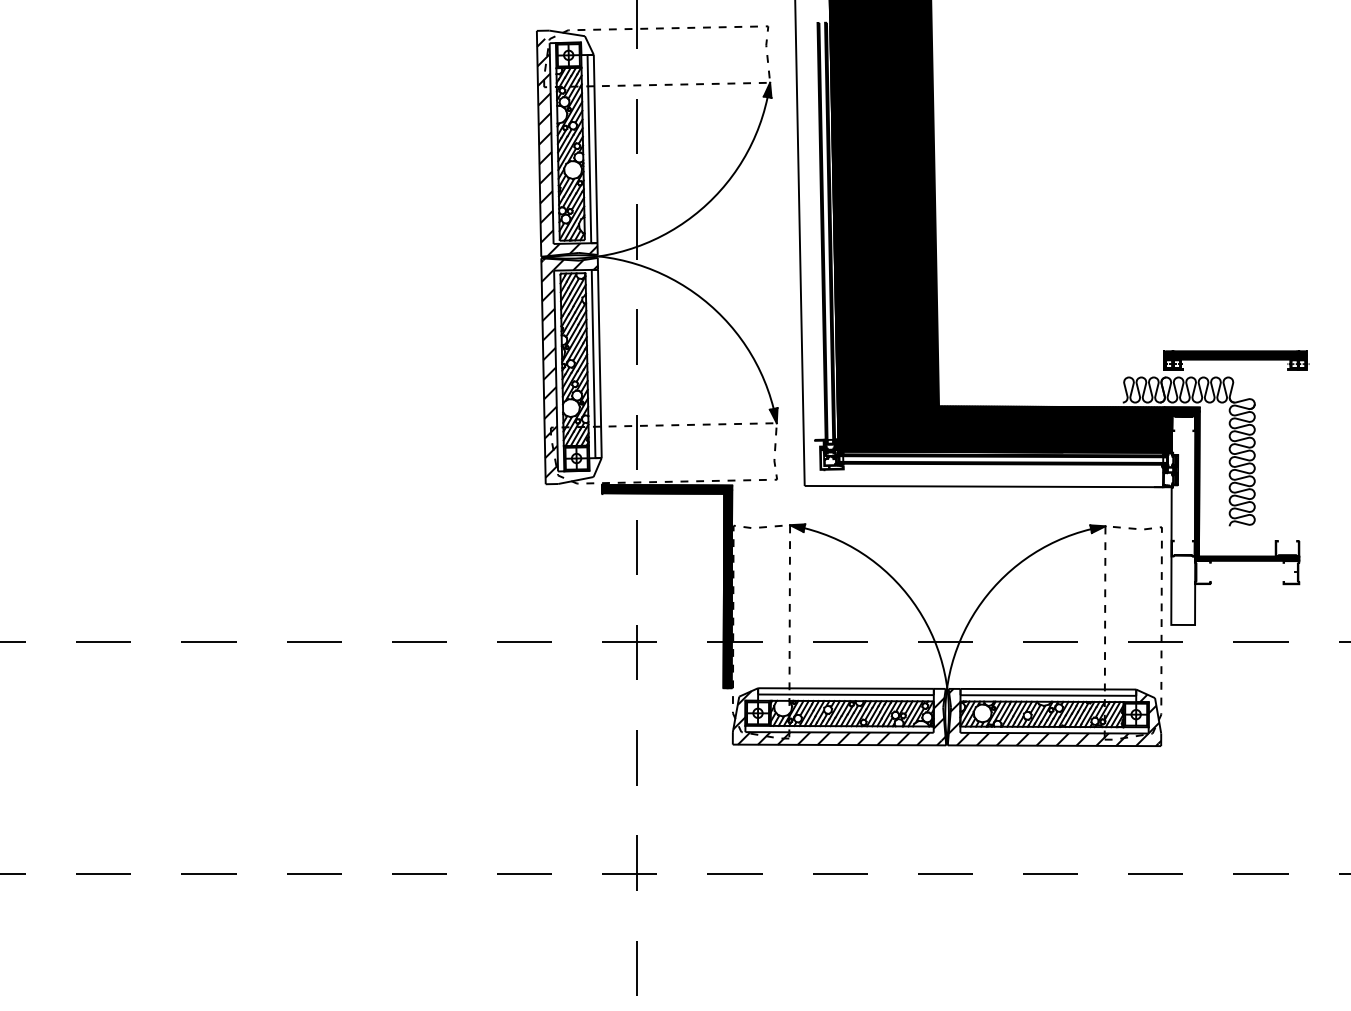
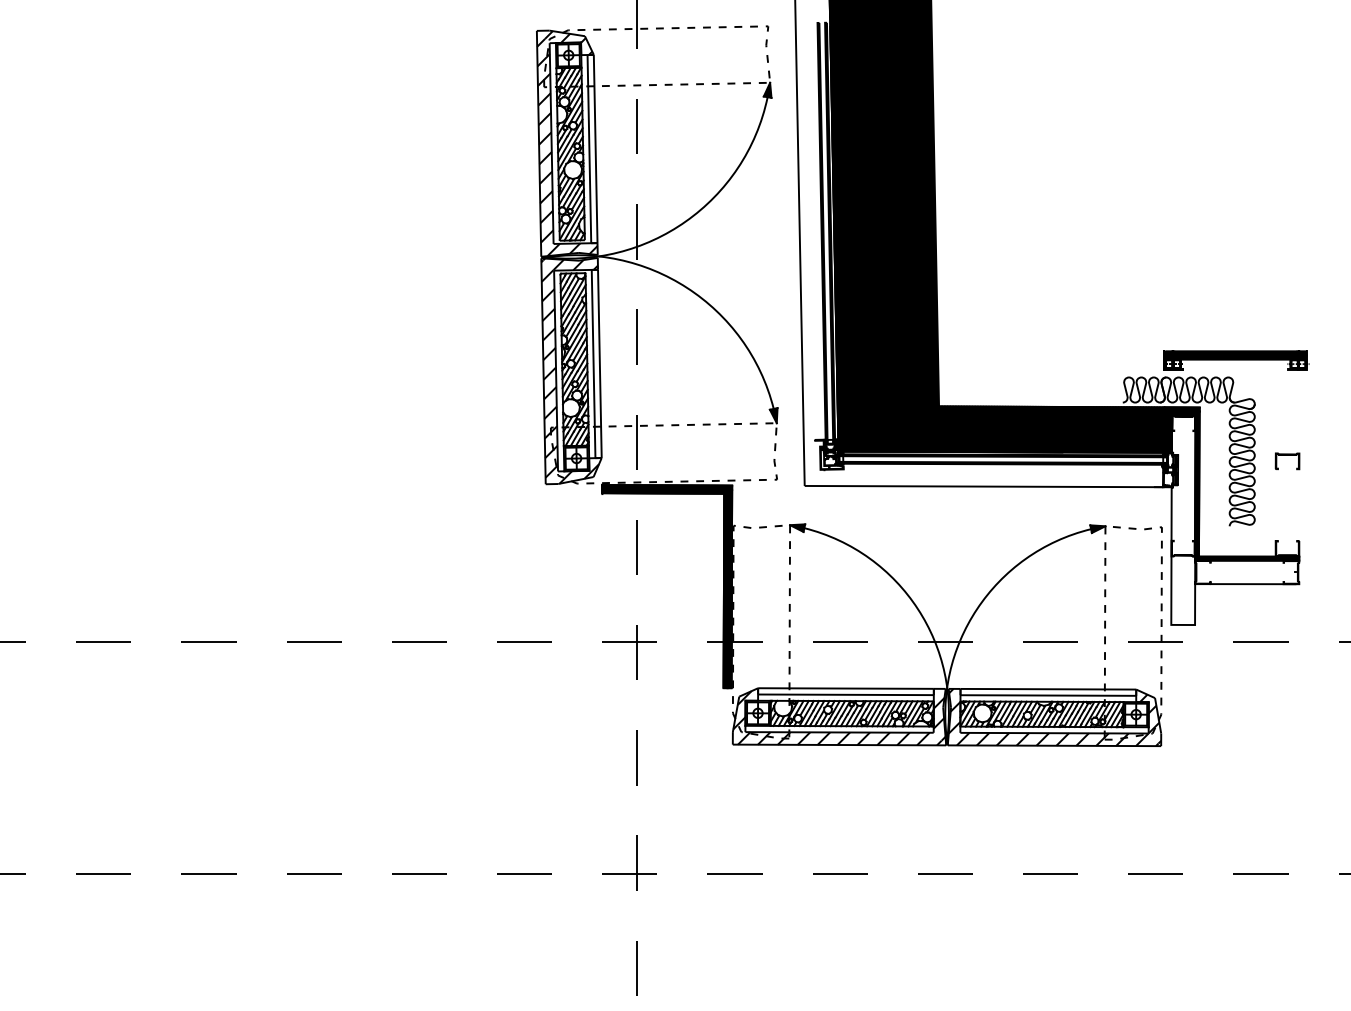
hatch at (568, 42): none -> present
part at (1287, 461): none -> present
hatch at (579, 473): none -> present
line at (1252, 584): none -> present
